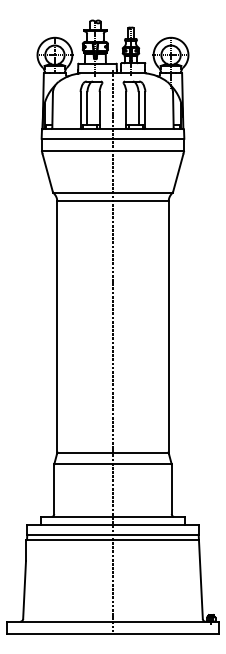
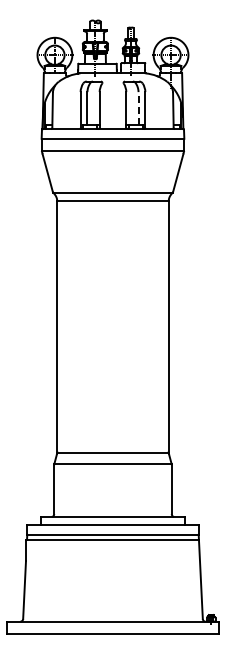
line at (138, 108): solid -> dashed
line at (113, 352): present -> none
